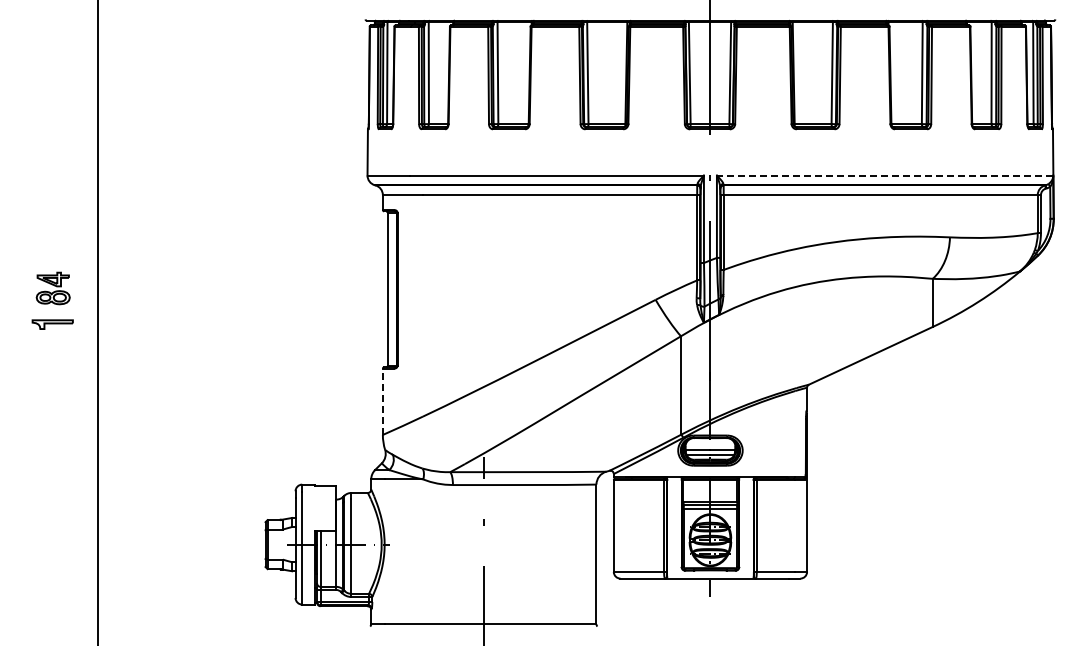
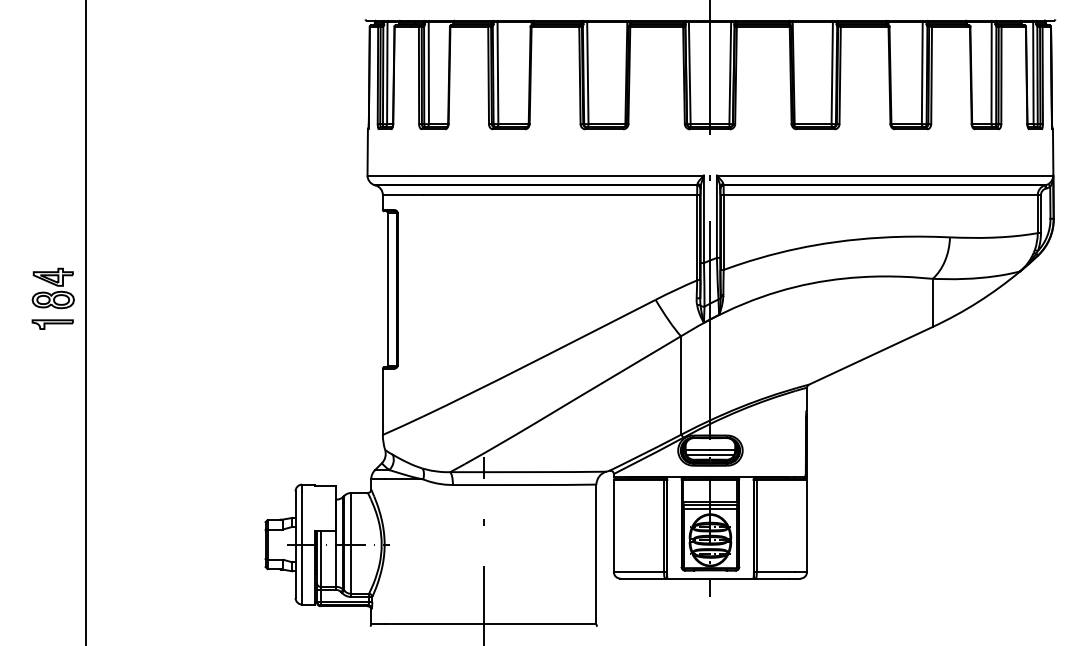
line at (884, 175): dashed -> solid
part at (52, 288) size: 36x35 px -> 44x43 px
line at (98, 322) position: (98, 322) -> (86, 322)
line at (382, 401): dashed -> solid
